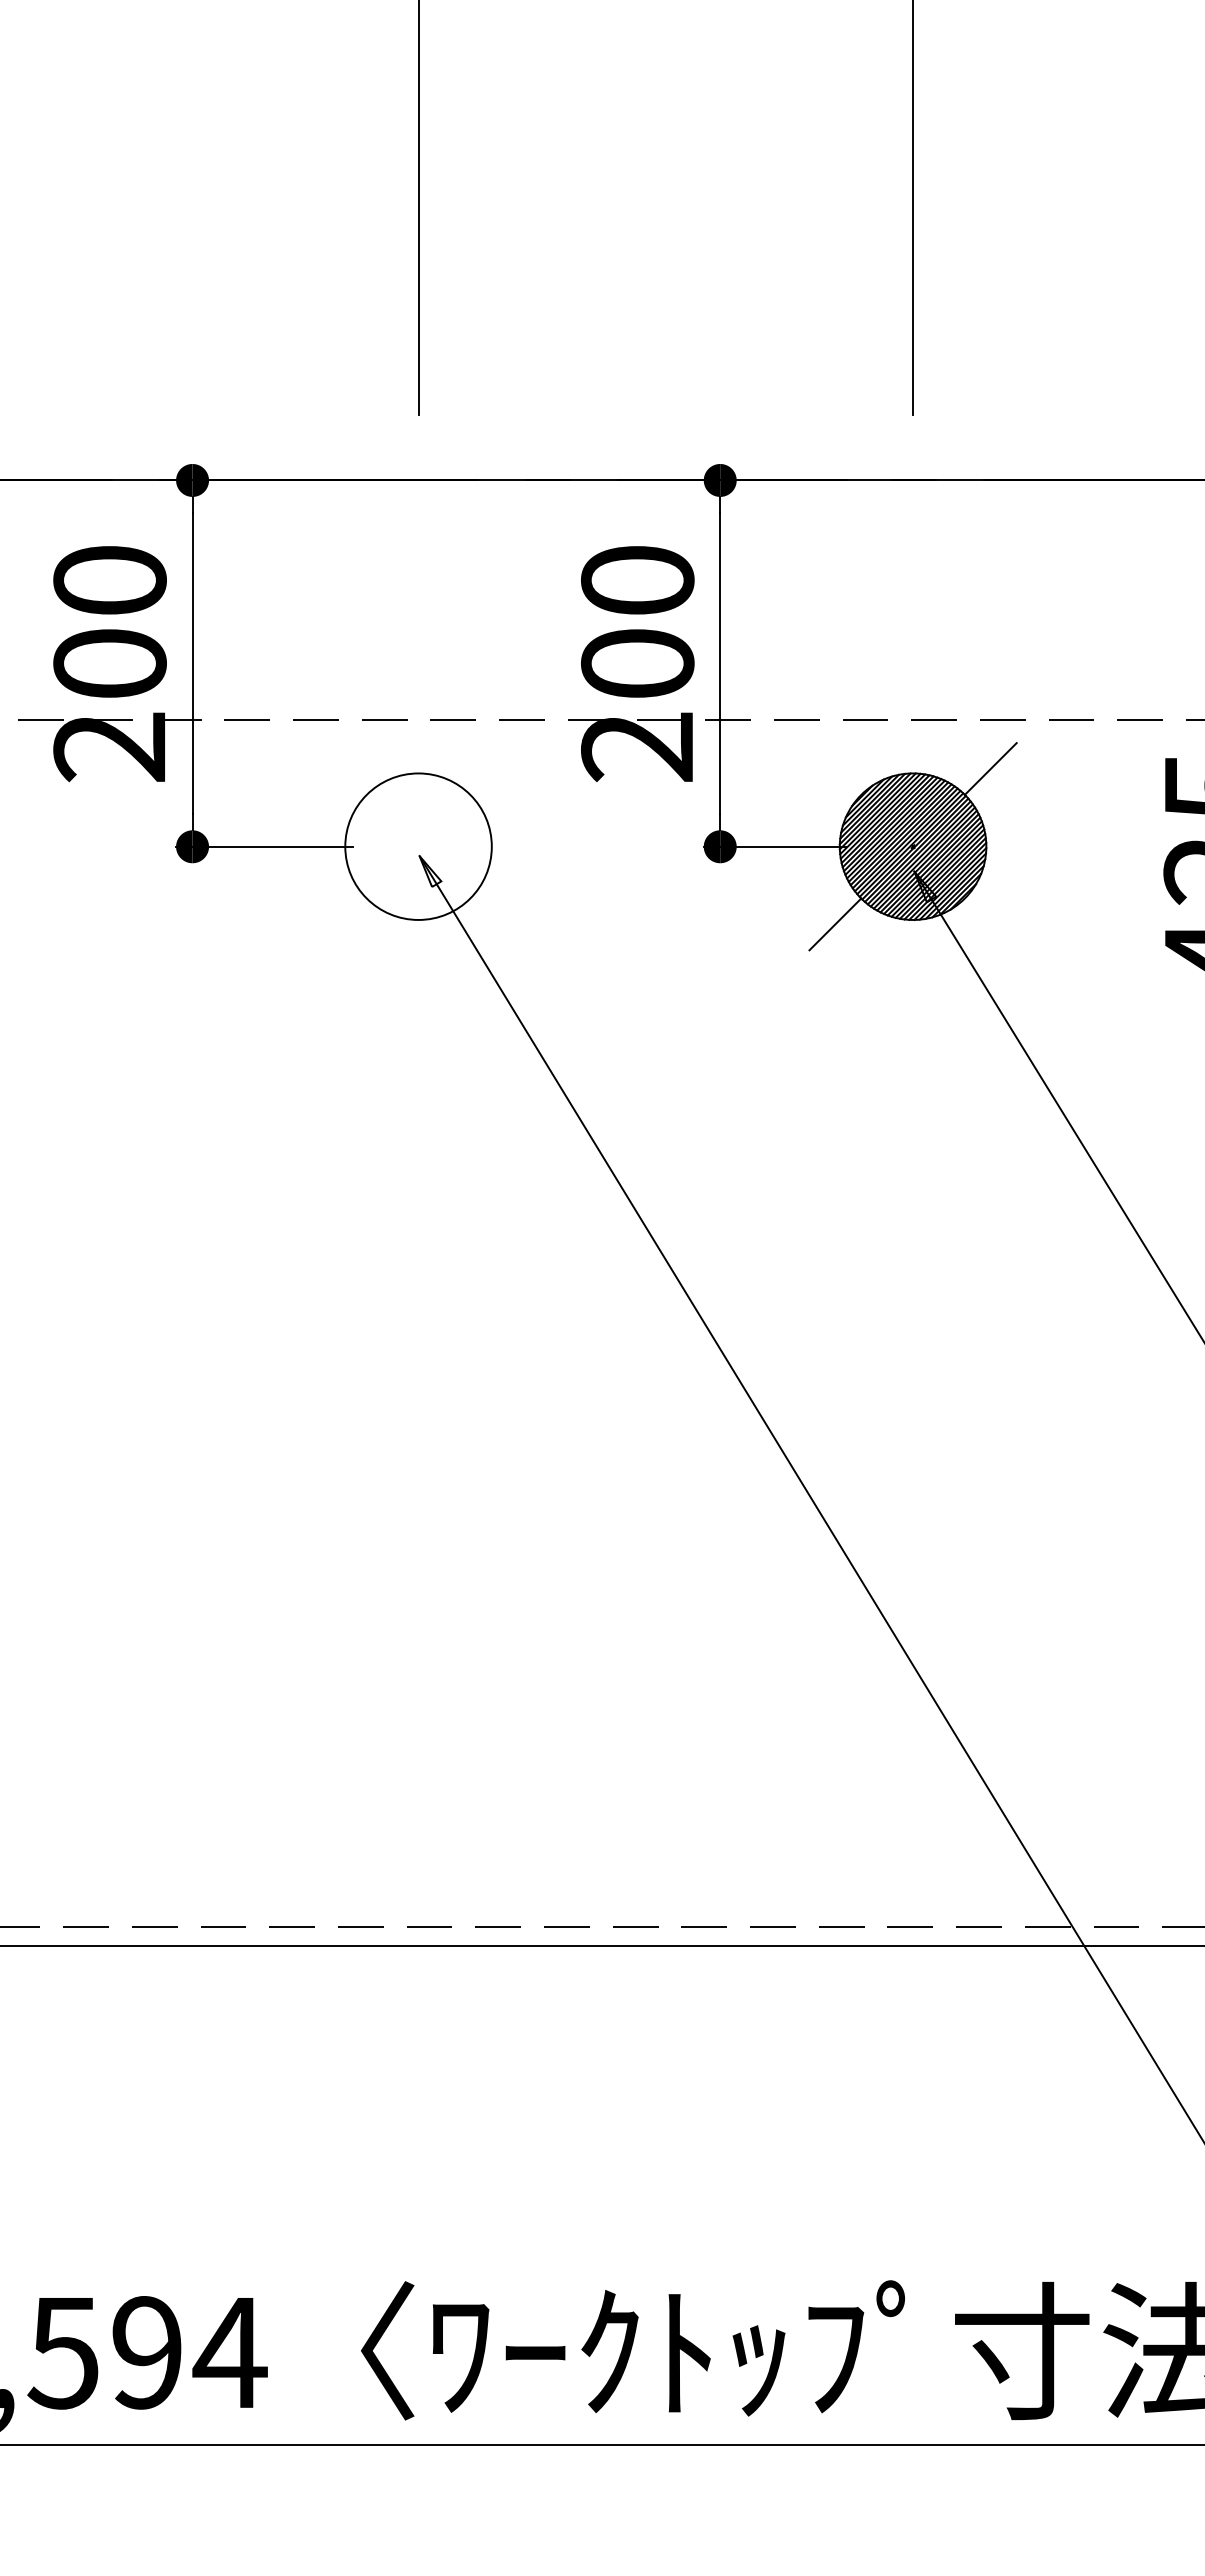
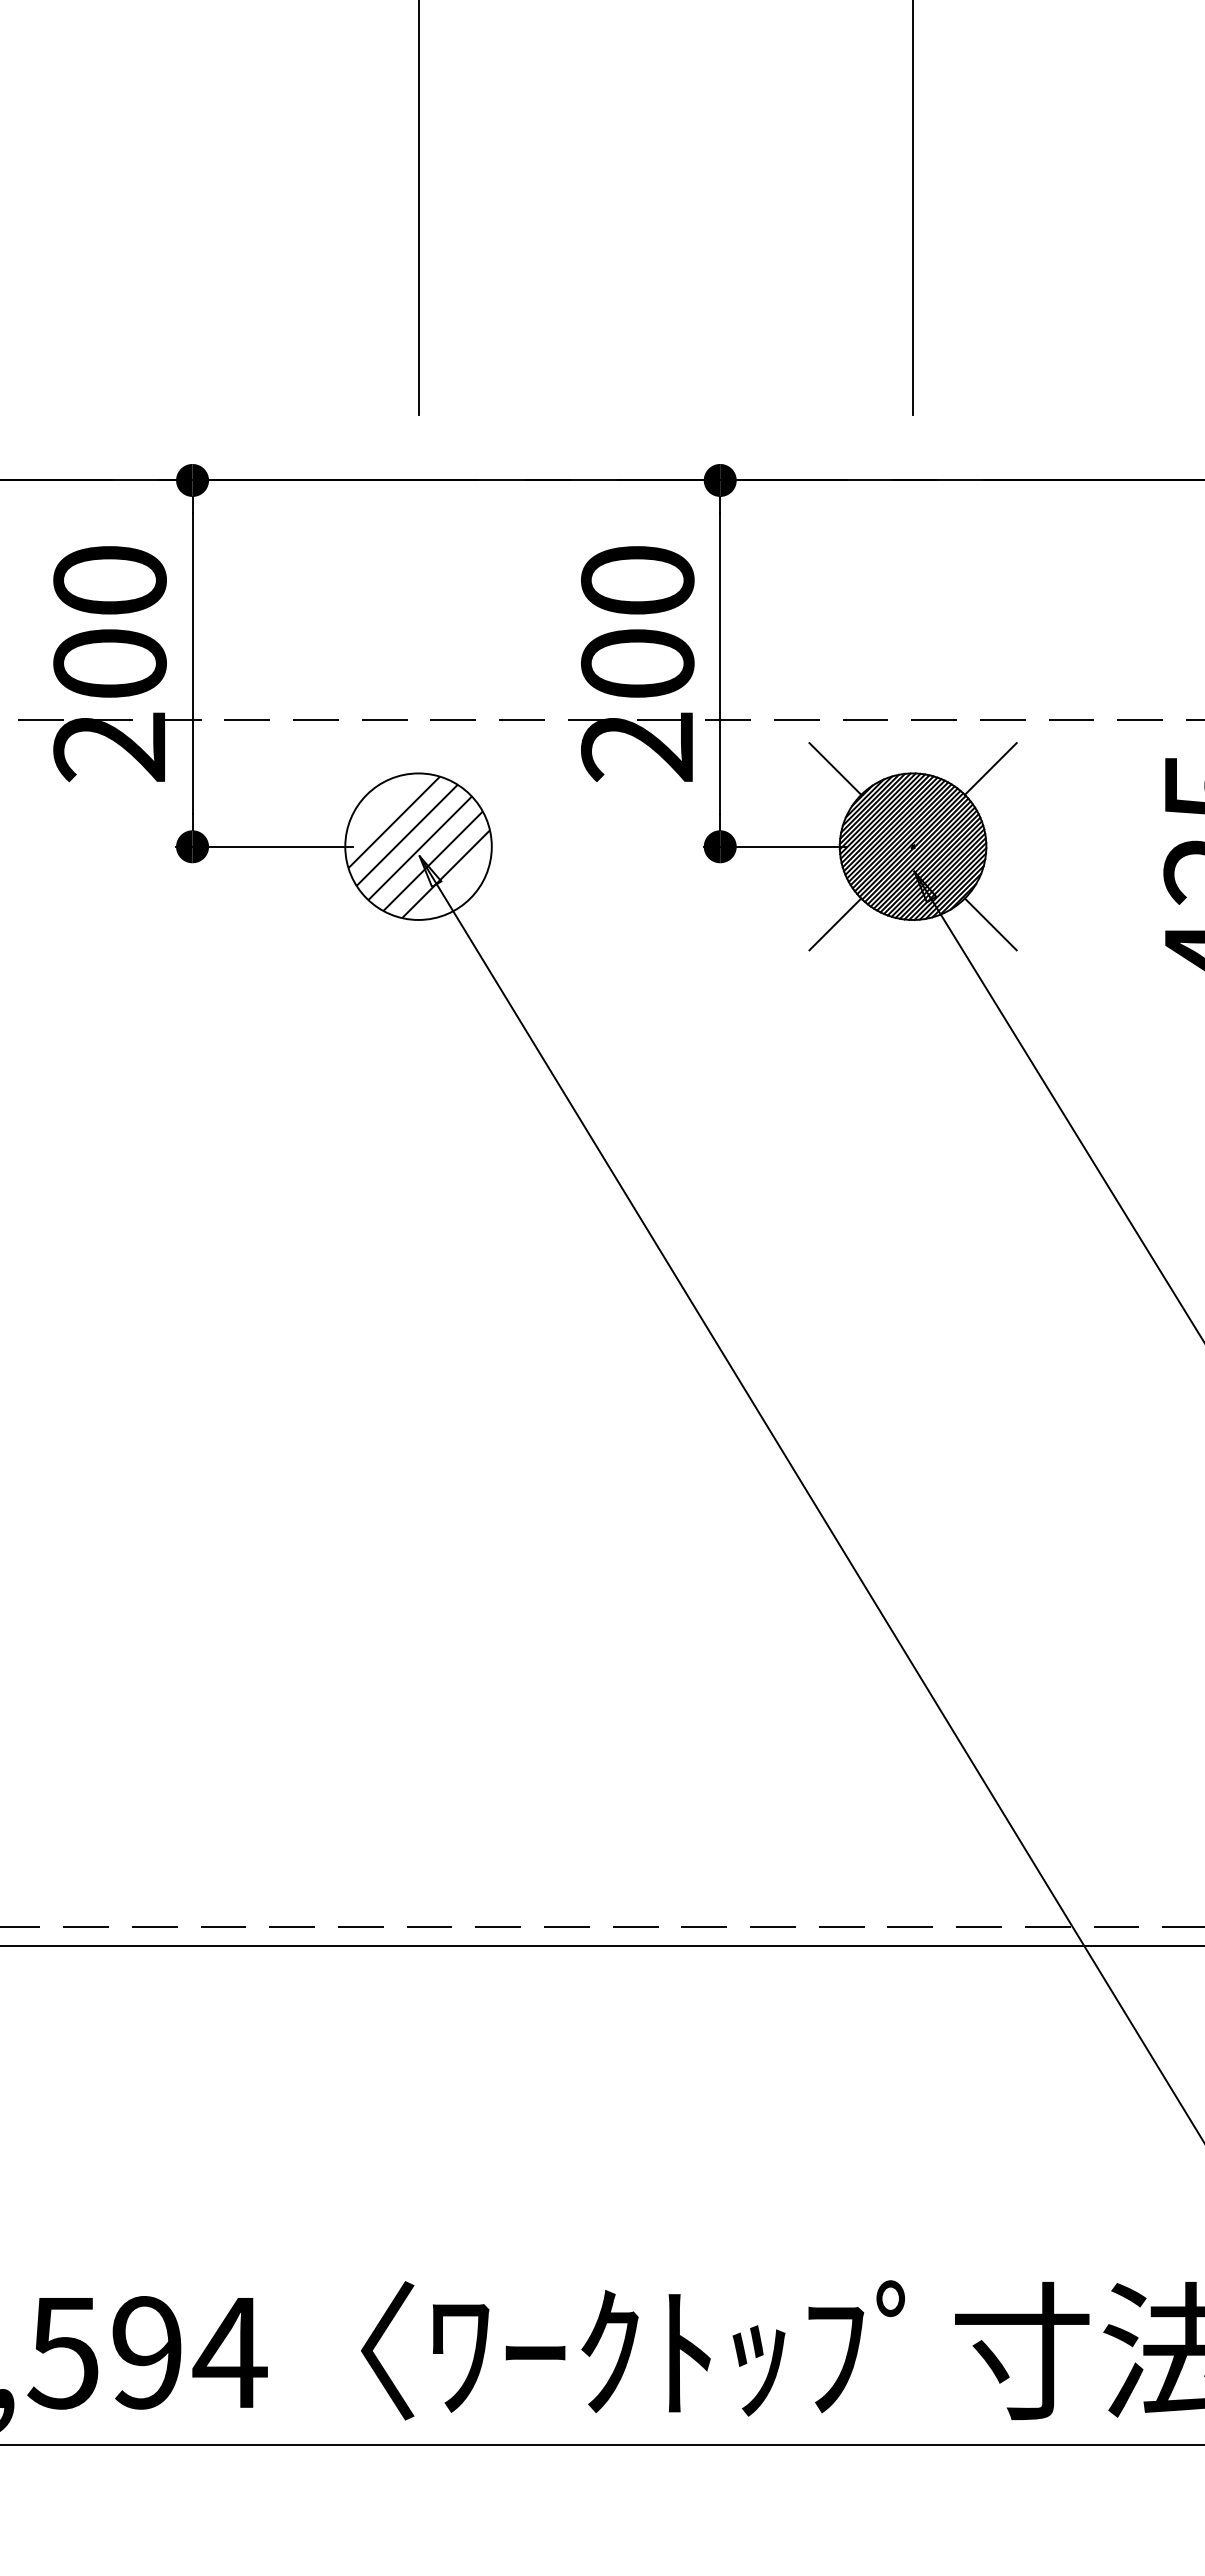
line at (835, 768): none -> present
hatch at (418, 847): none -> present
line at (990, 924): none -> present
